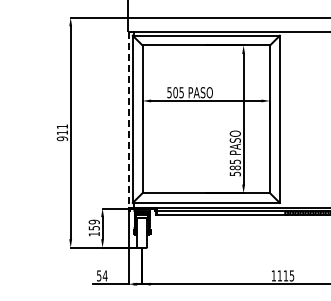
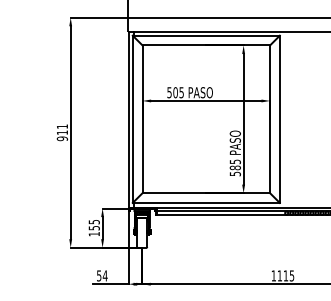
line at (128, 120): dashed -> solid
text at (93, 221): 159 -> 155
